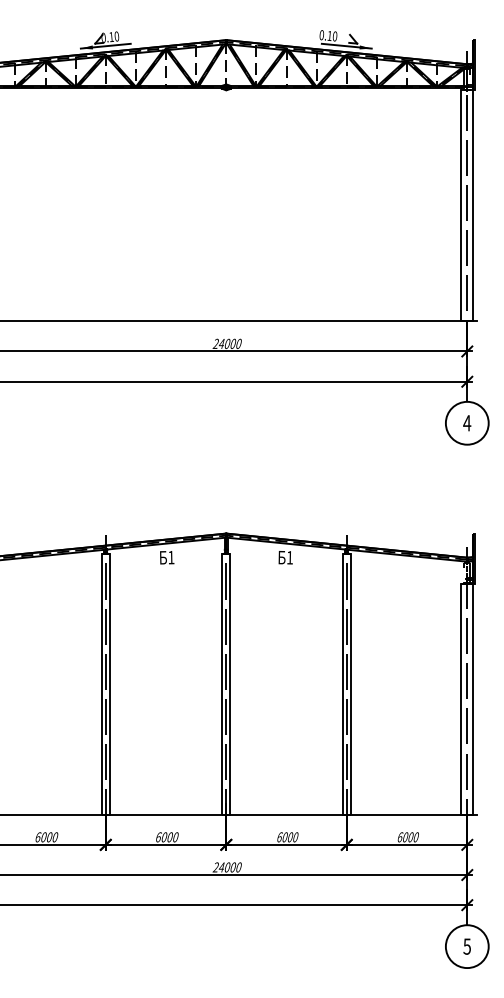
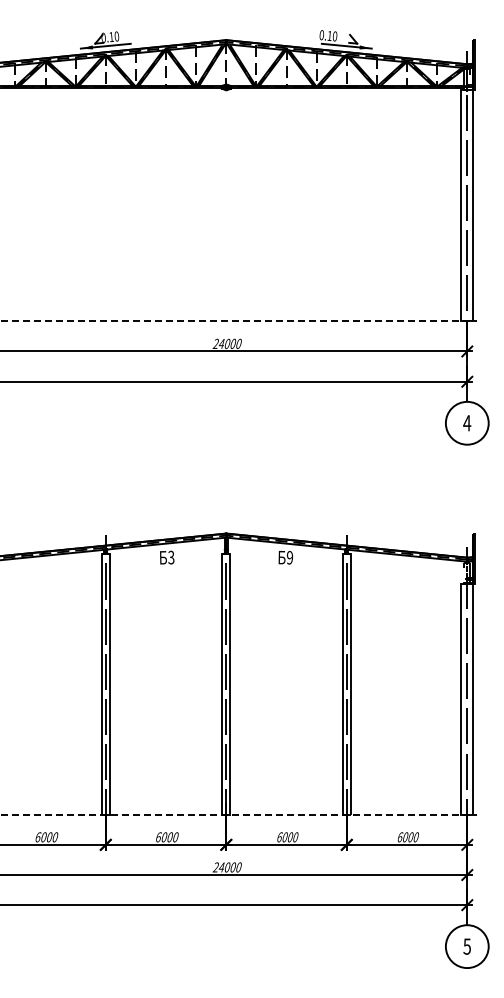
line at (239, 321): solid -> dashed
text at (171, 557): 1 -> 3
text at (290, 557): 1 -> 9
line at (239, 814): solid -> dashed
